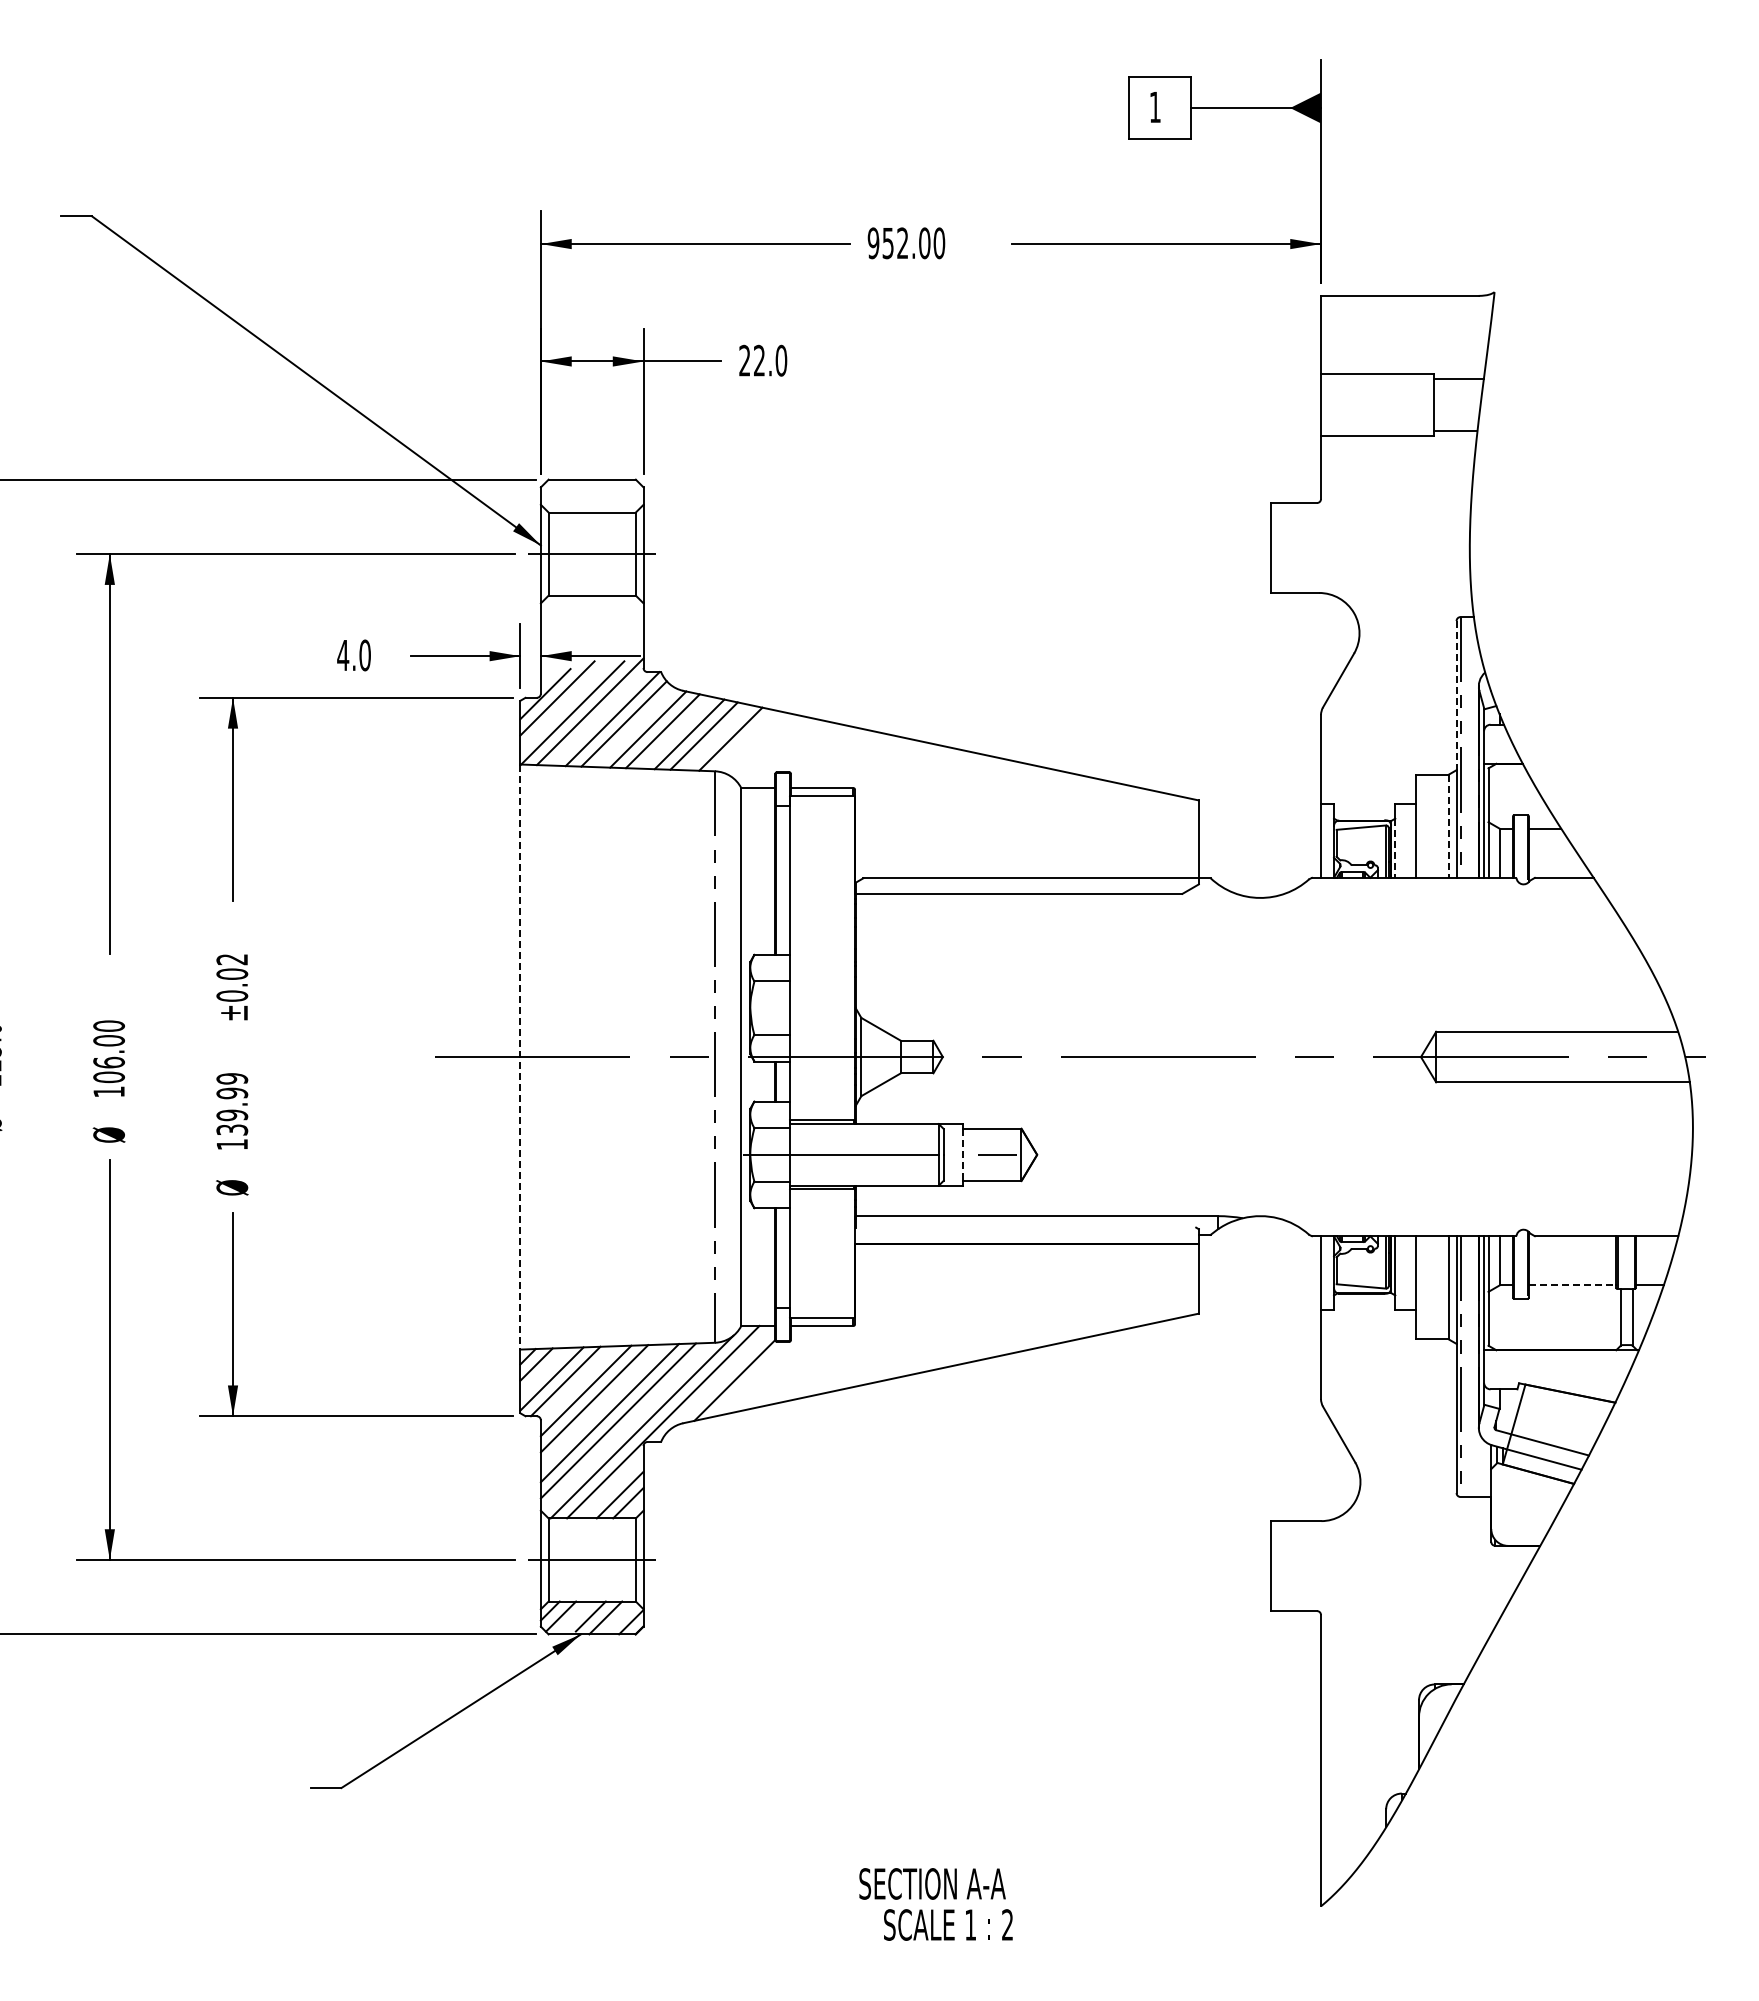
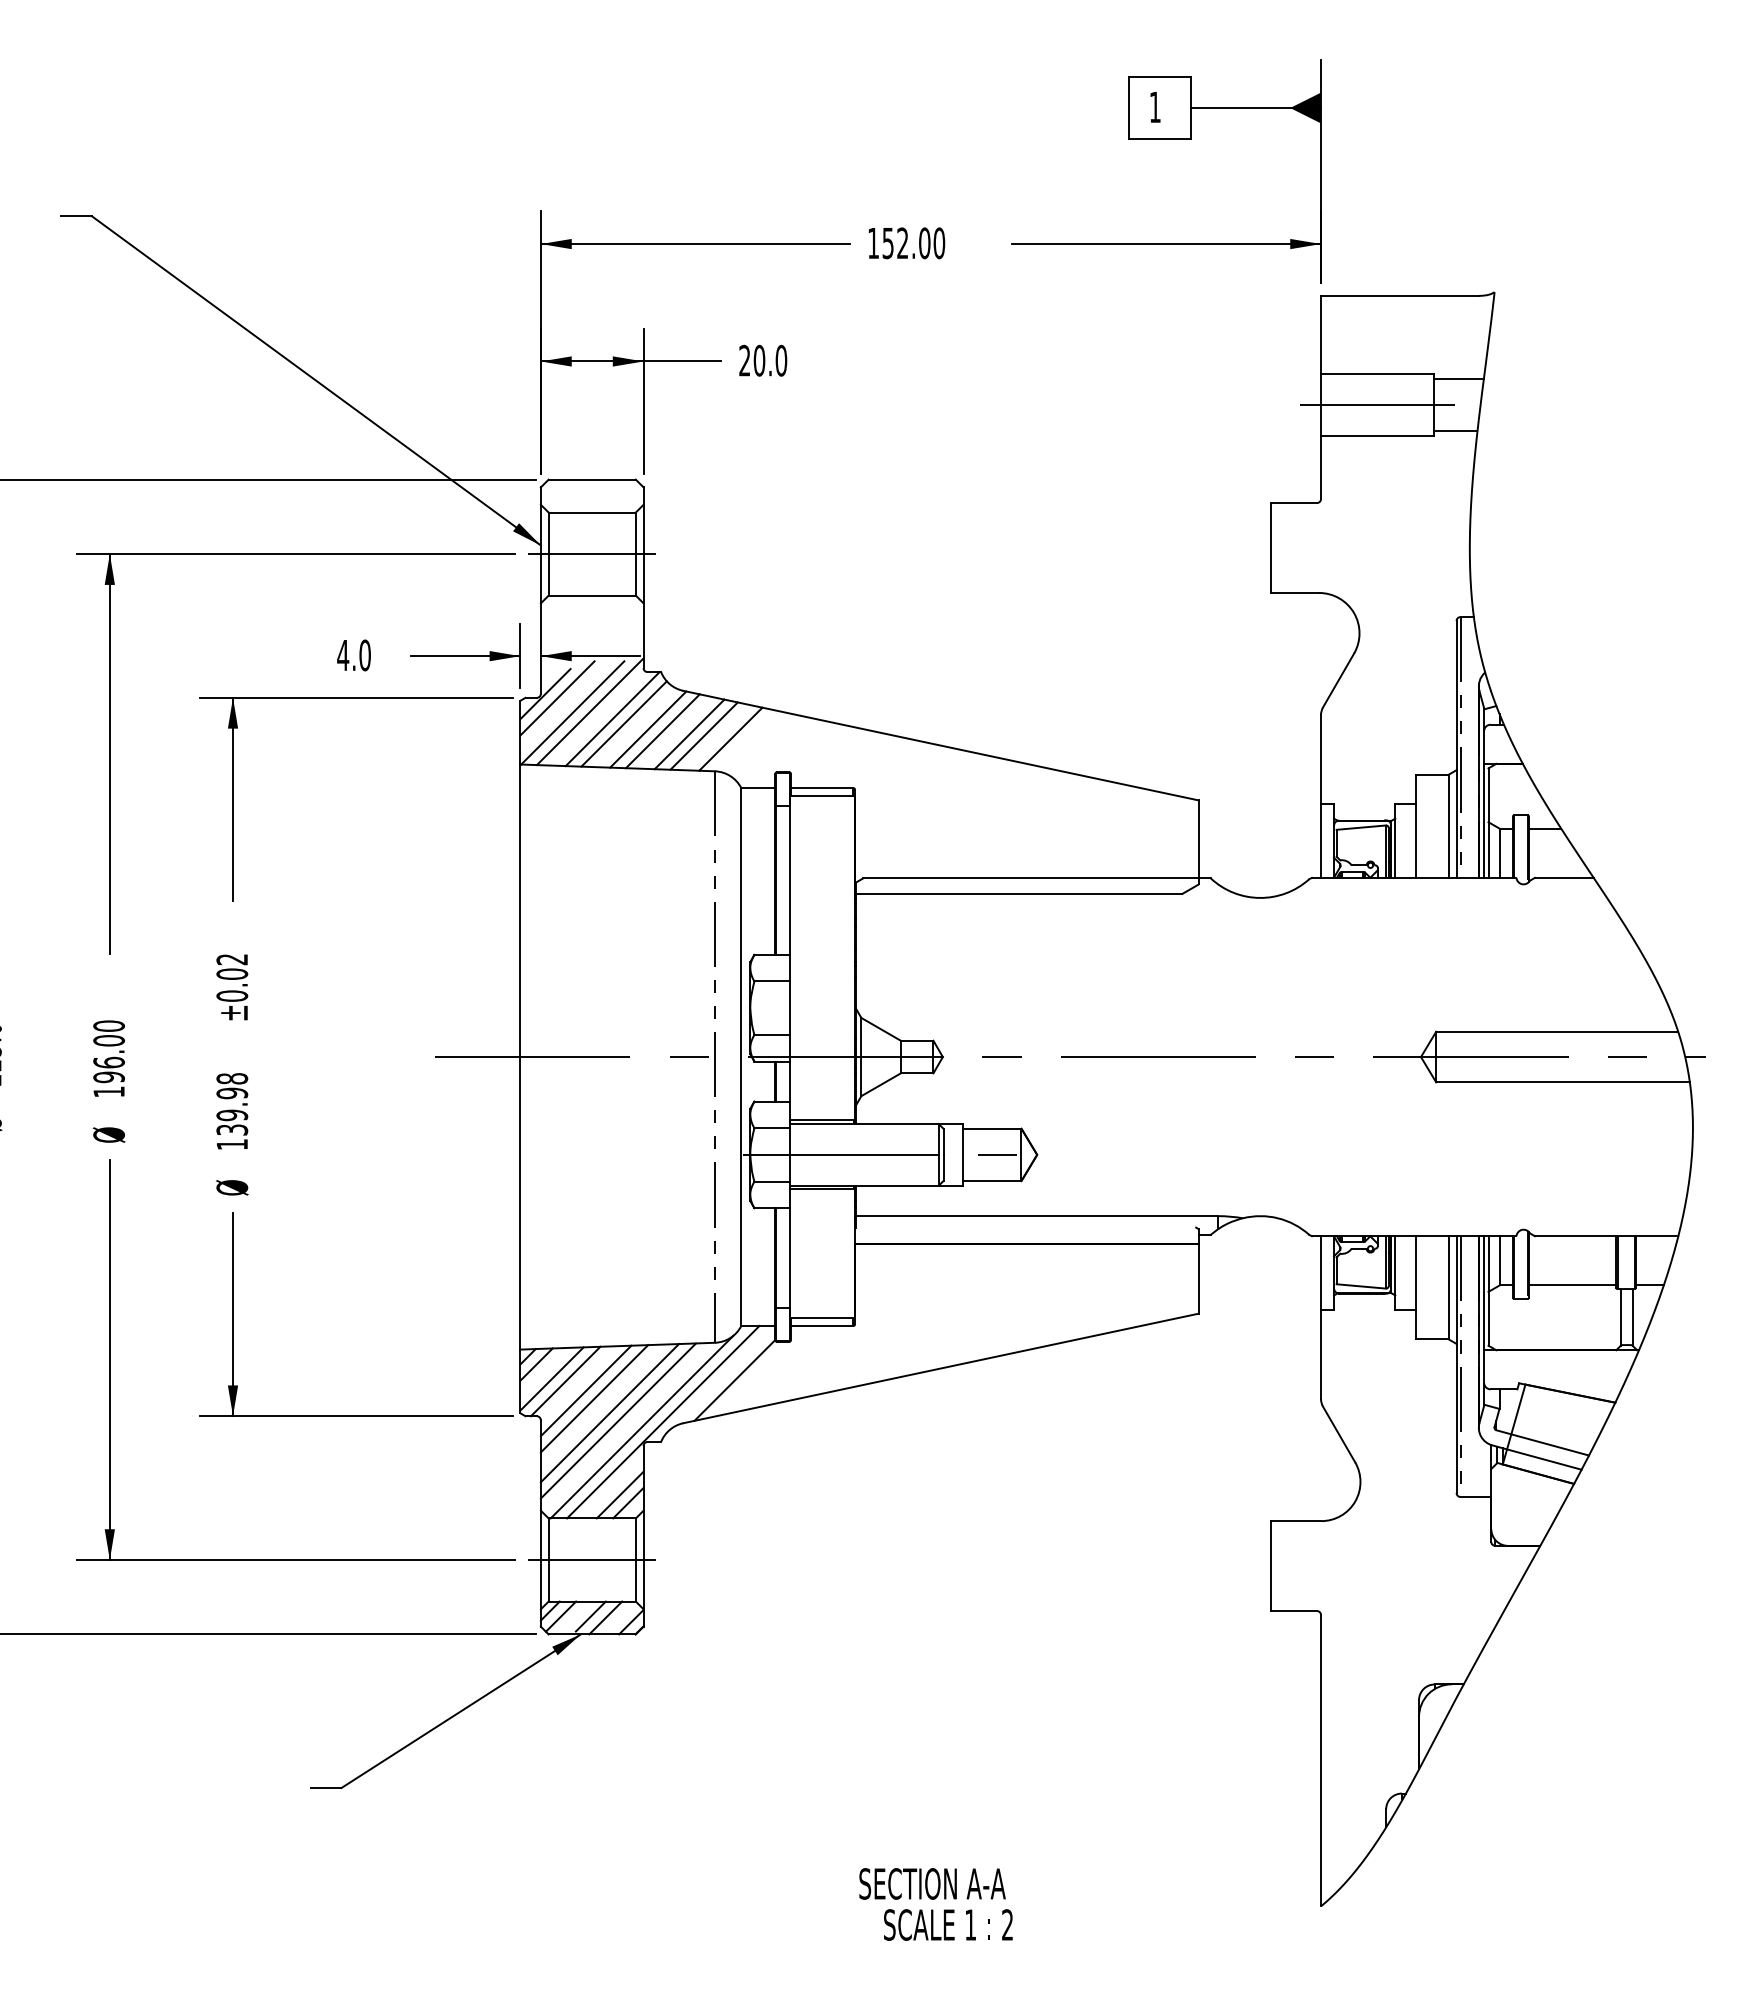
text at (873, 243): 952.00 -> 152.00
text at (759, 360): 22.0 -> 20.0
line at (1377, 405): none -> present
line at (1456, 695): dashed -> solid
line at (1448, 826): dashed -> solid
line at (1395, 848): dashed -> solid
line at (520, 1057): dashed -> solid
text at (109, 1077): 106.00 -> 196.00
text at (232, 1078): 139.99 -> 139.98
line at (963, 1155): dashed -> solid
line at (1572, 1285): dashed -> solid
